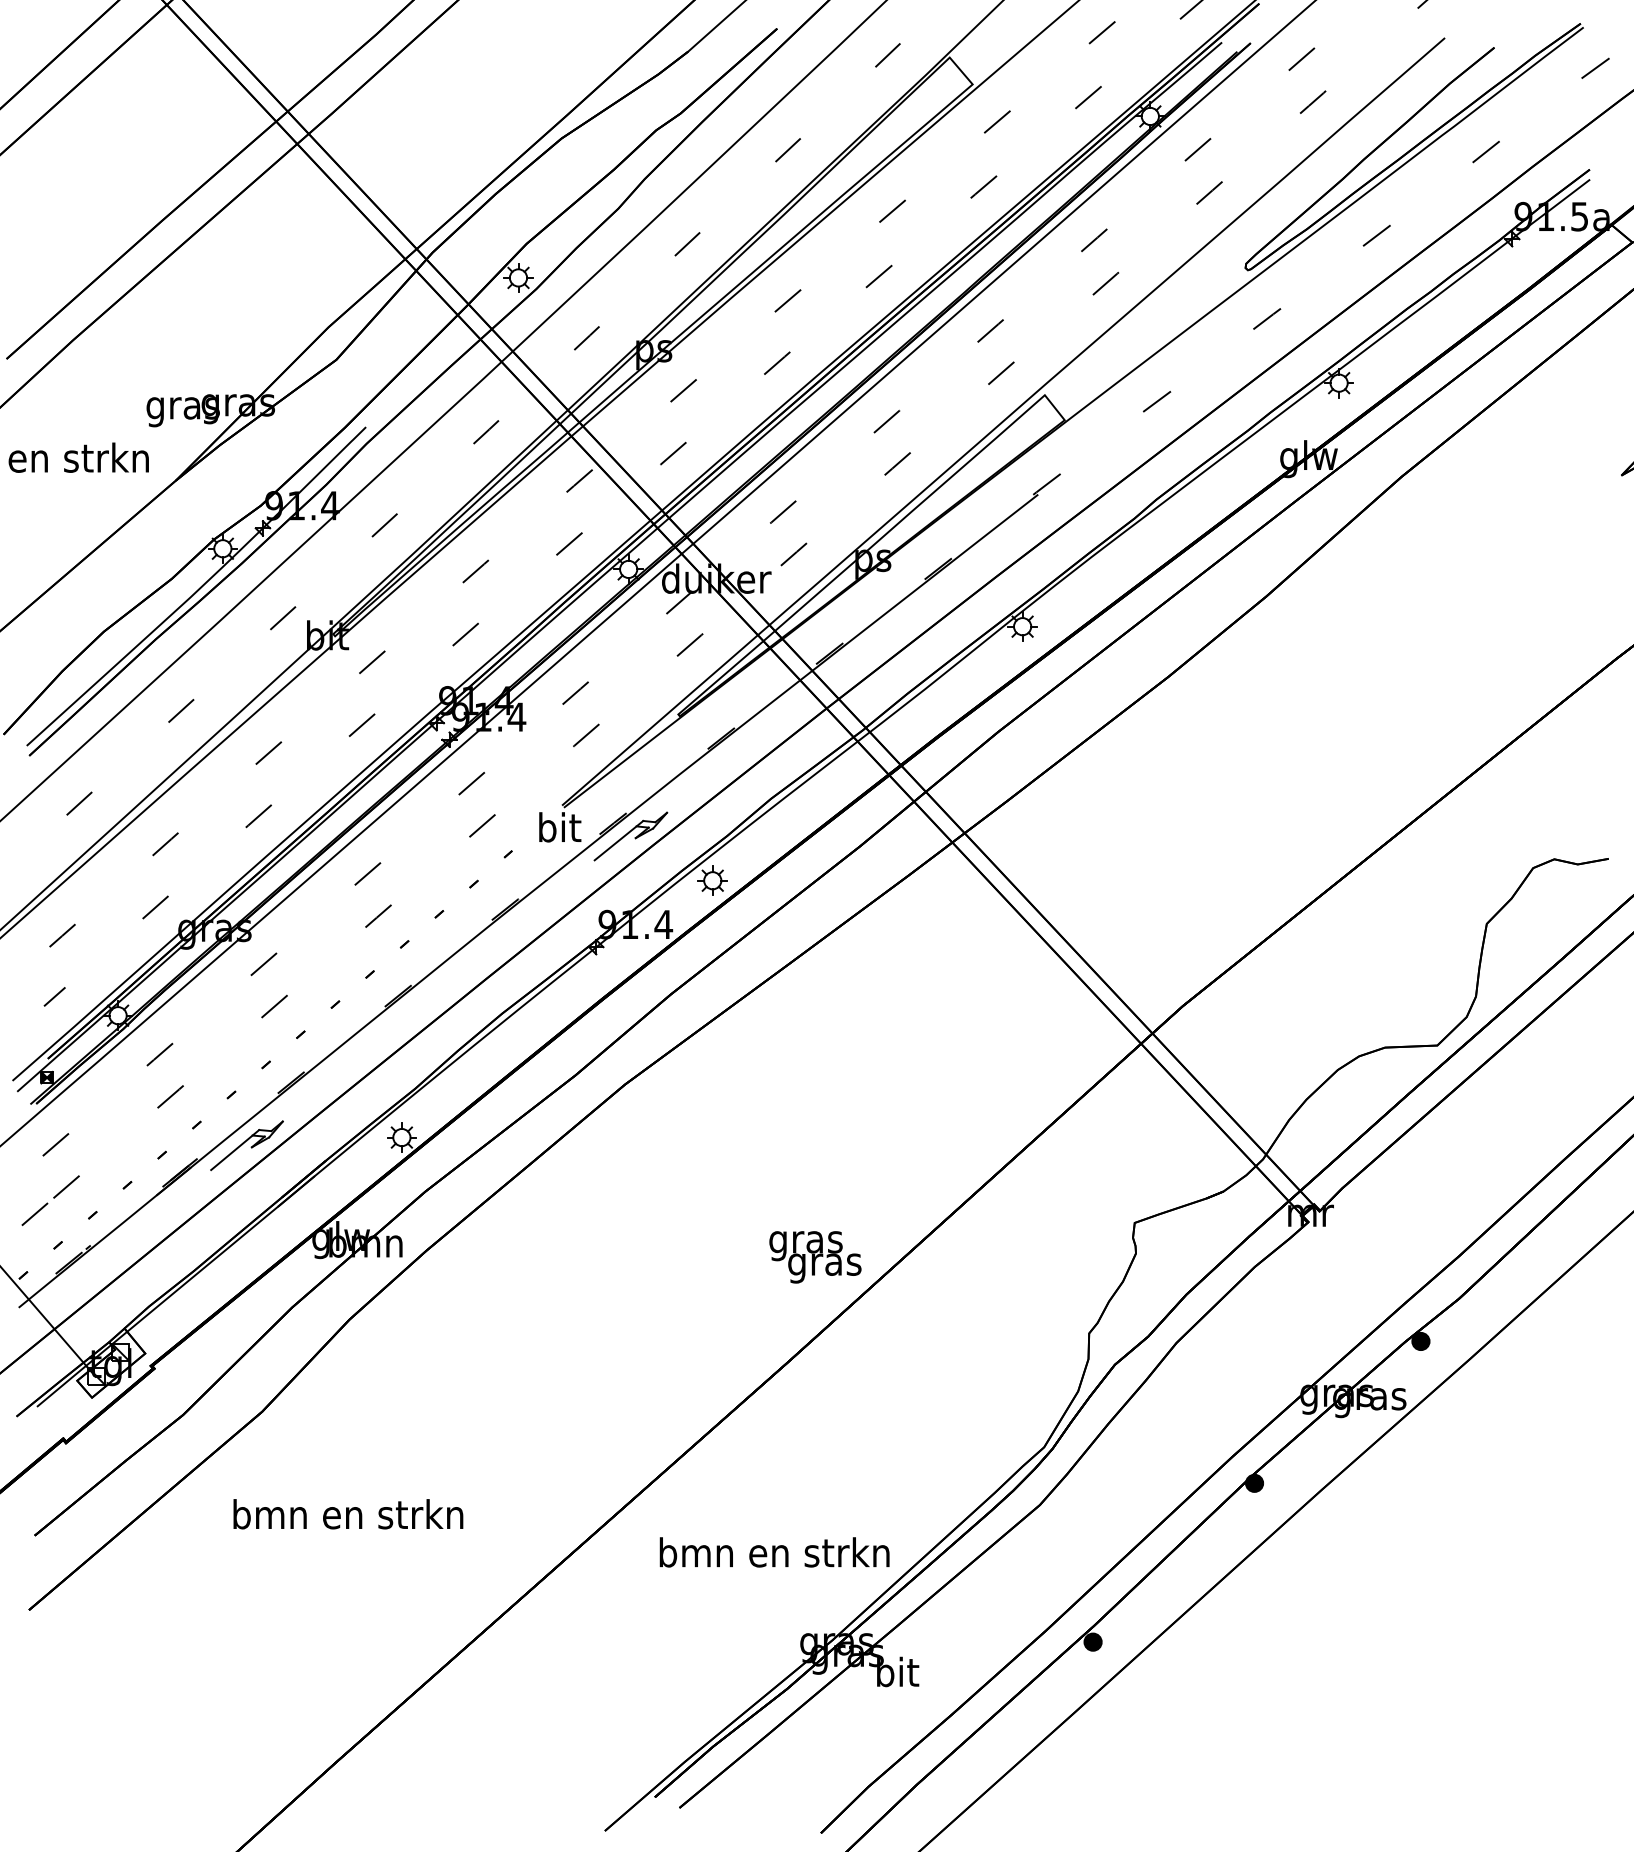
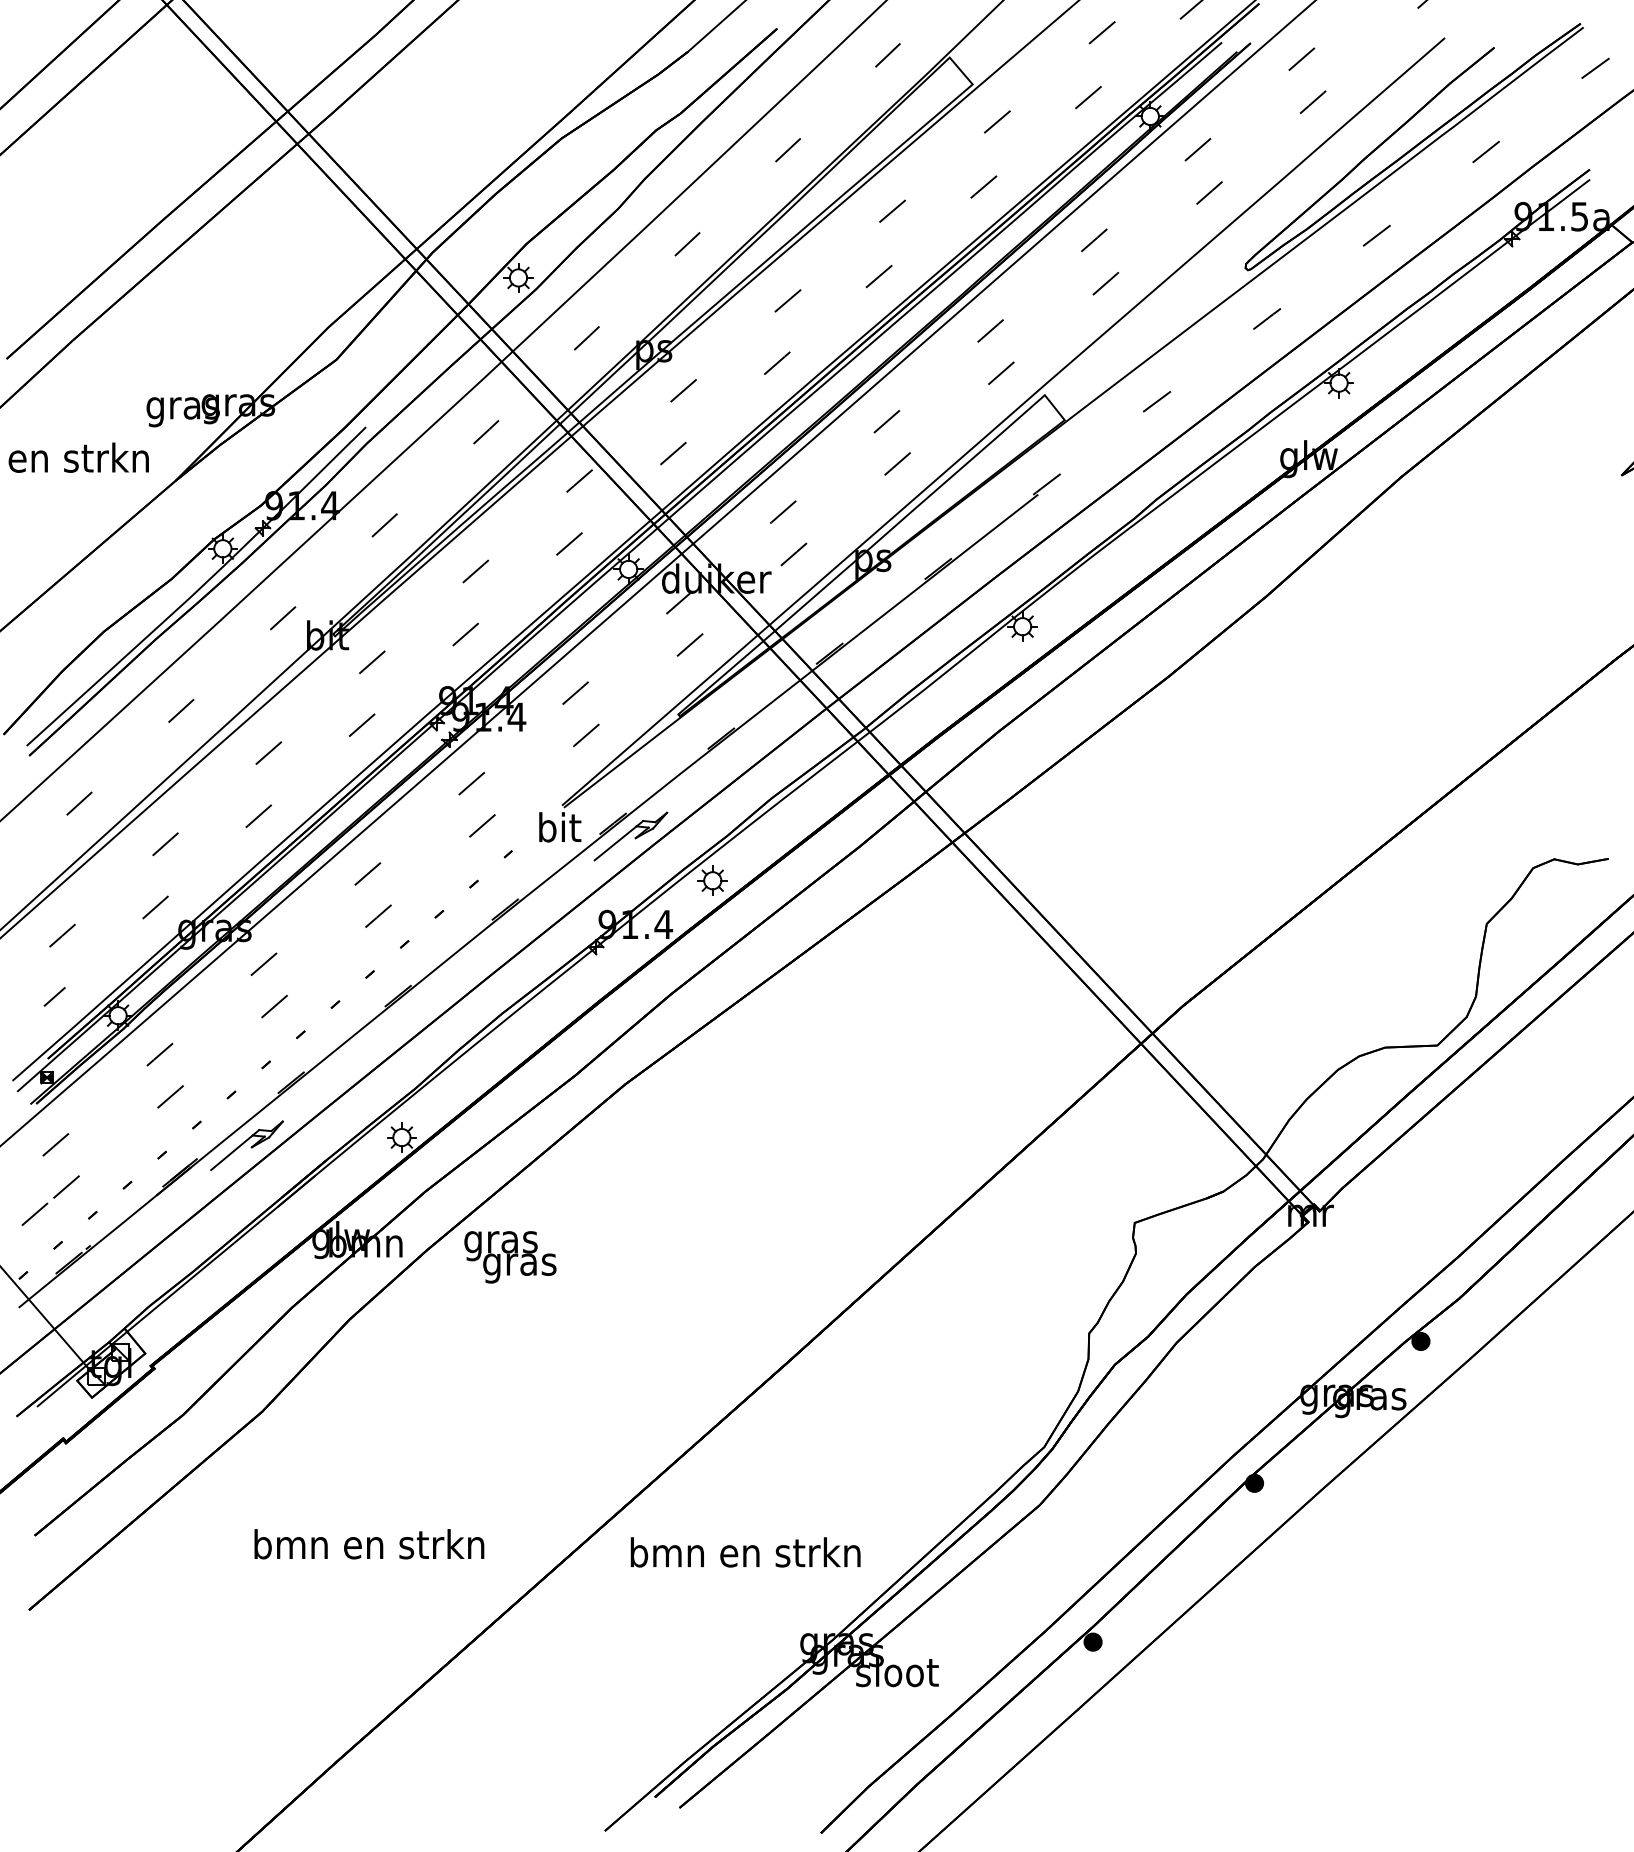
text at (815, 1257) position: (815, 1257) -> (510, 1257)
text at (348, 1514) position: (348, 1514) -> (369, 1544)
text at (774, 1552) position: (774, 1552) -> (745, 1552)
text at (897, 1671): bit -> sloot
